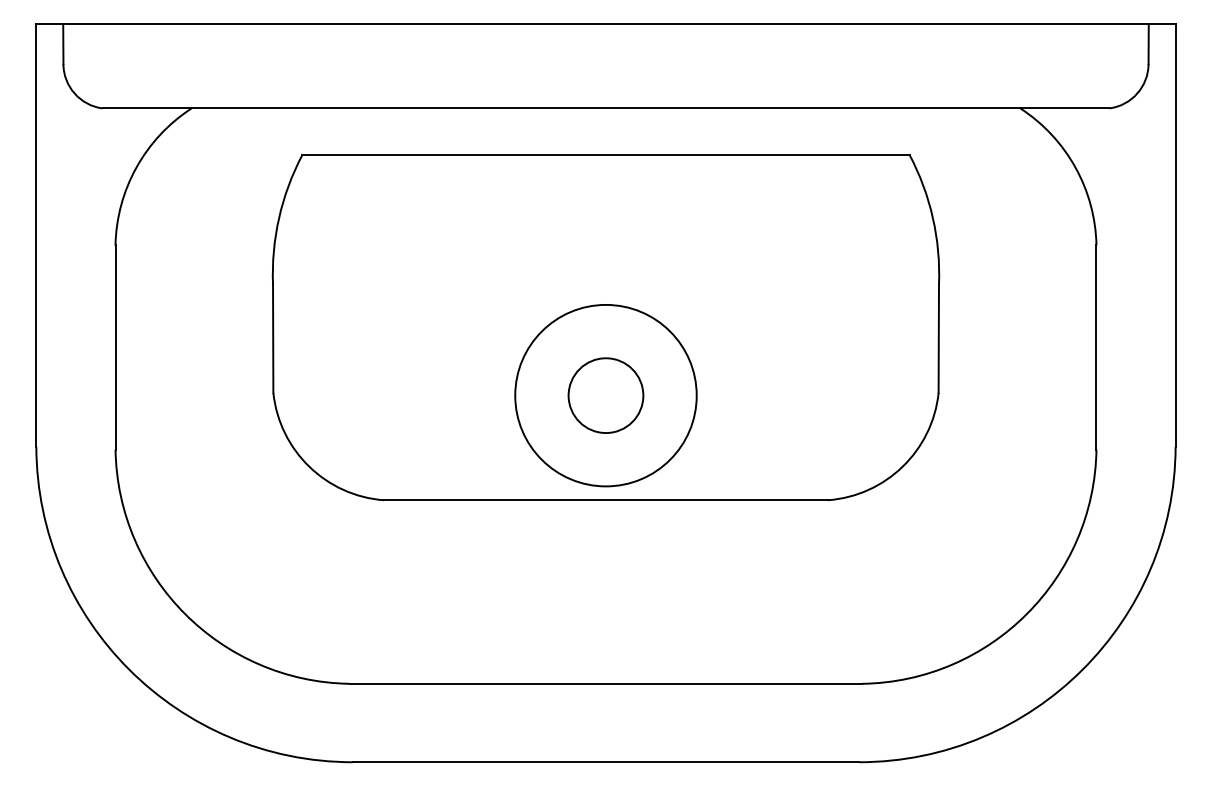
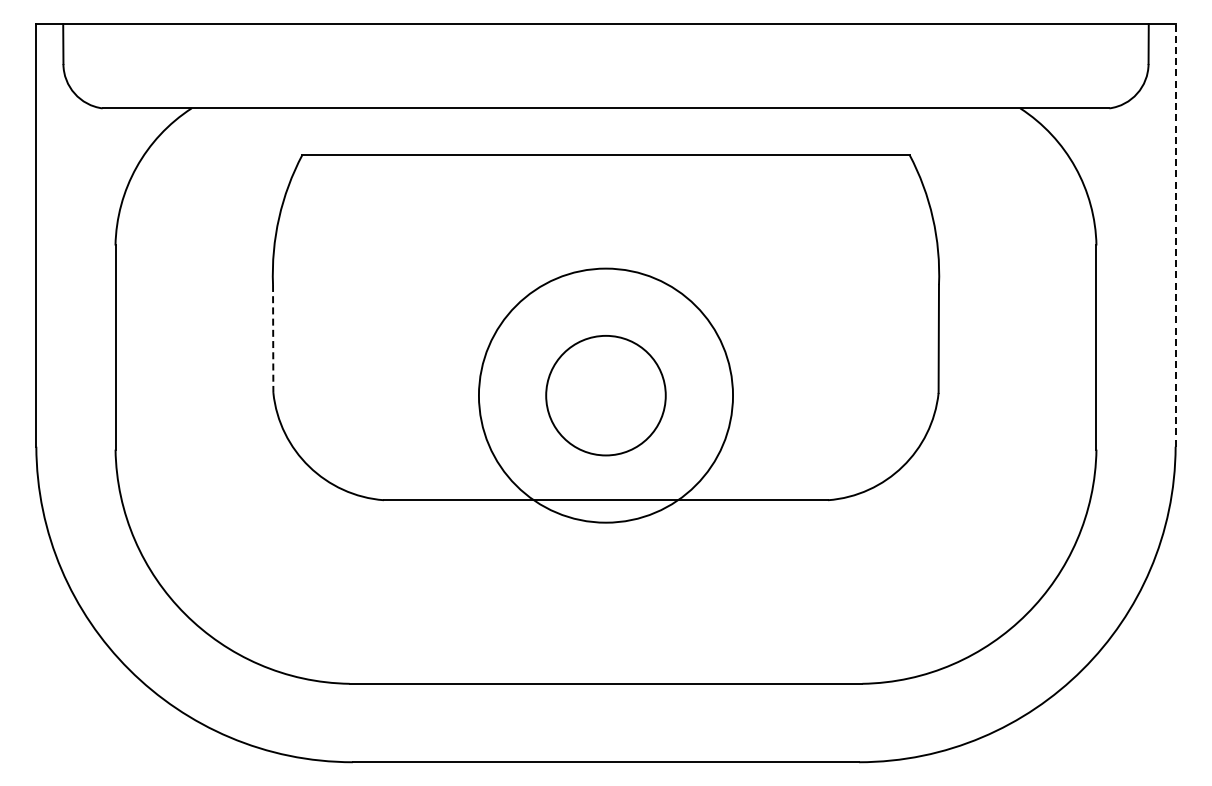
line at (1175, 234): solid -> dashed
line at (273, 339): solid -> dashed
circle at (605, 395) diameter: 181 px -> 254 px
circle at (605, 395) diameter: 75 px -> 120 px
